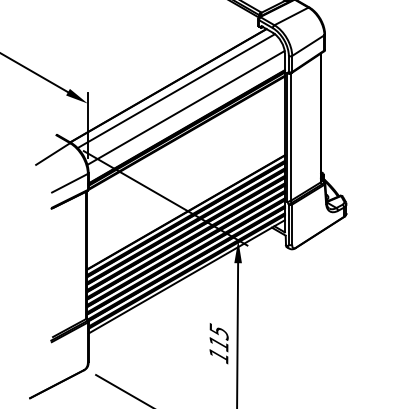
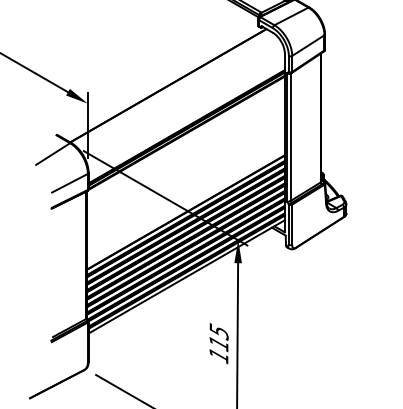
line at (175, 91): present -> none
line at (185, 107): present -> none
